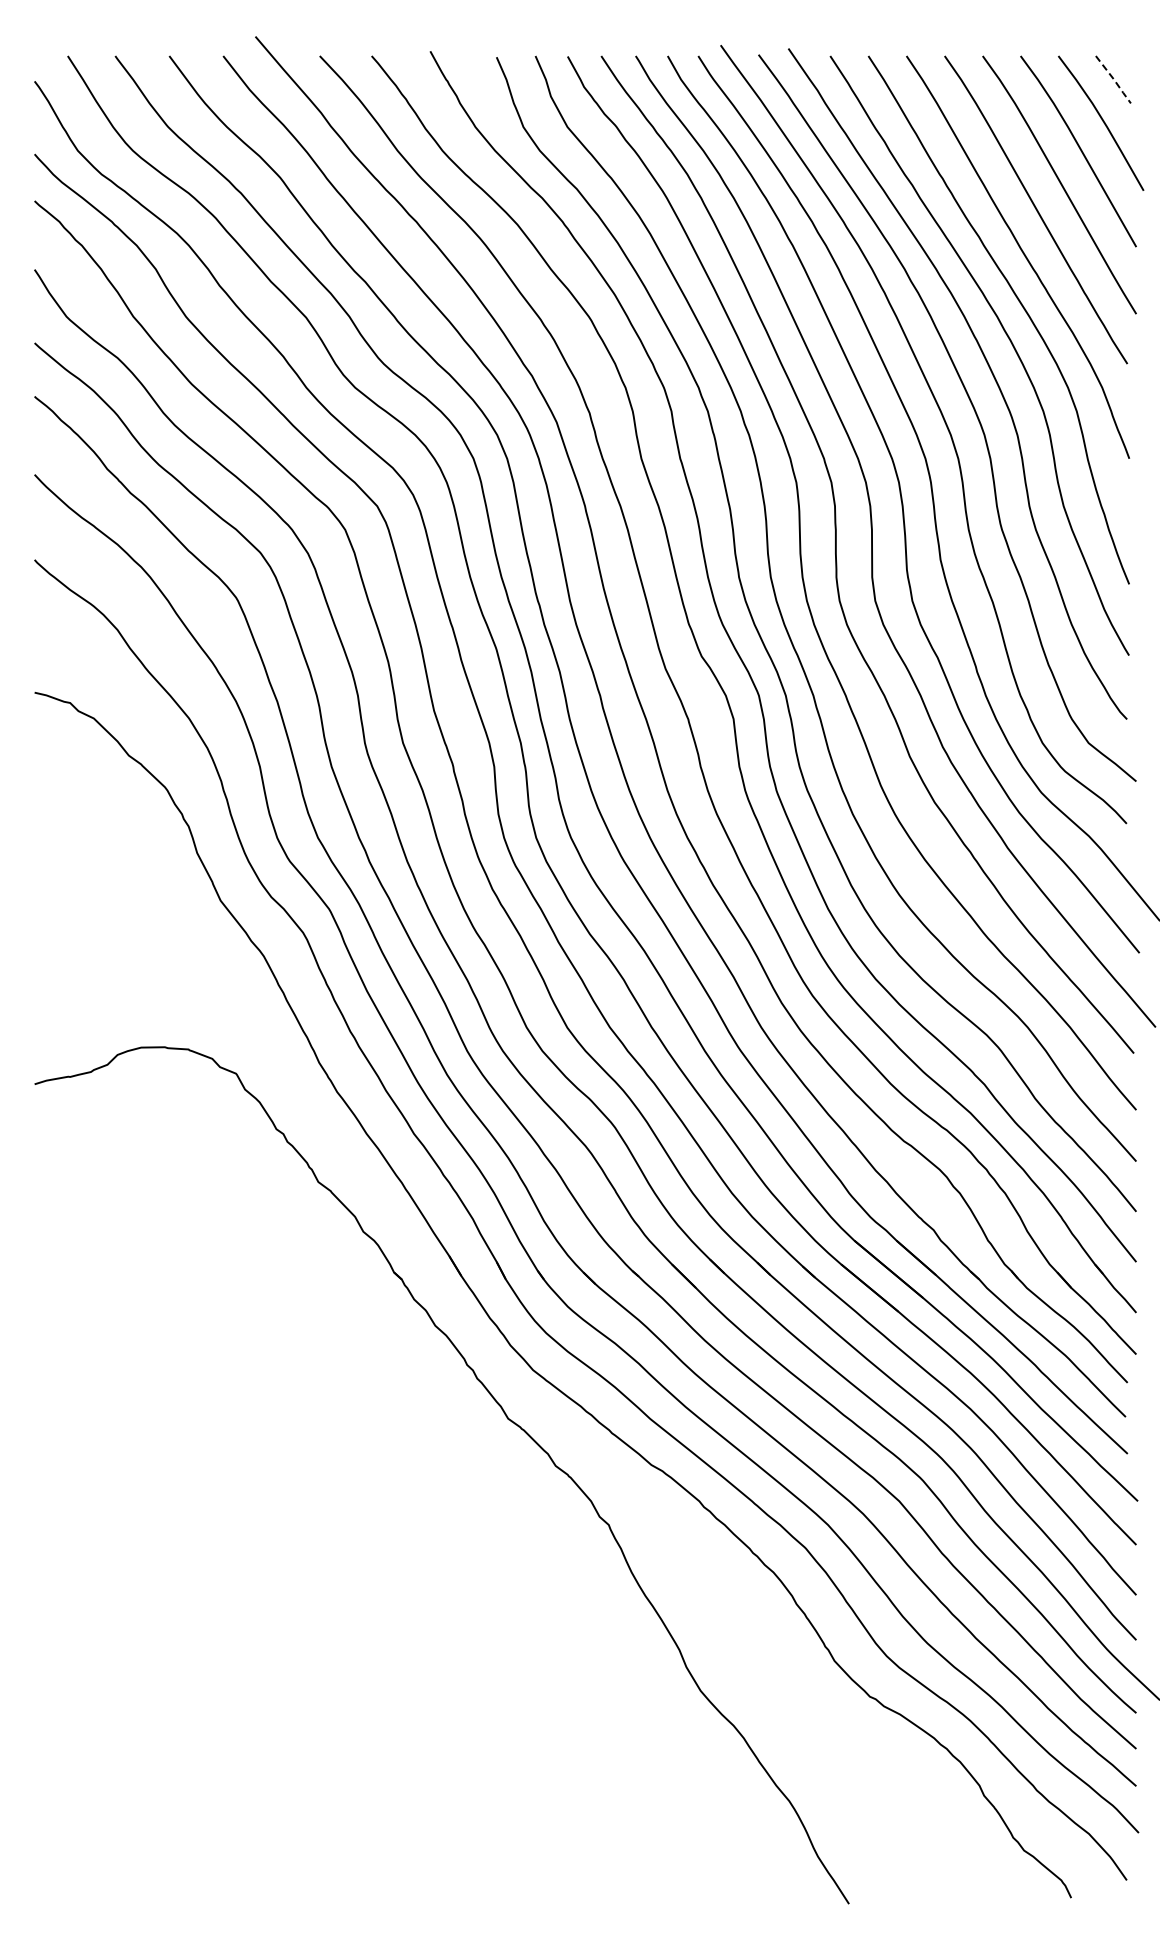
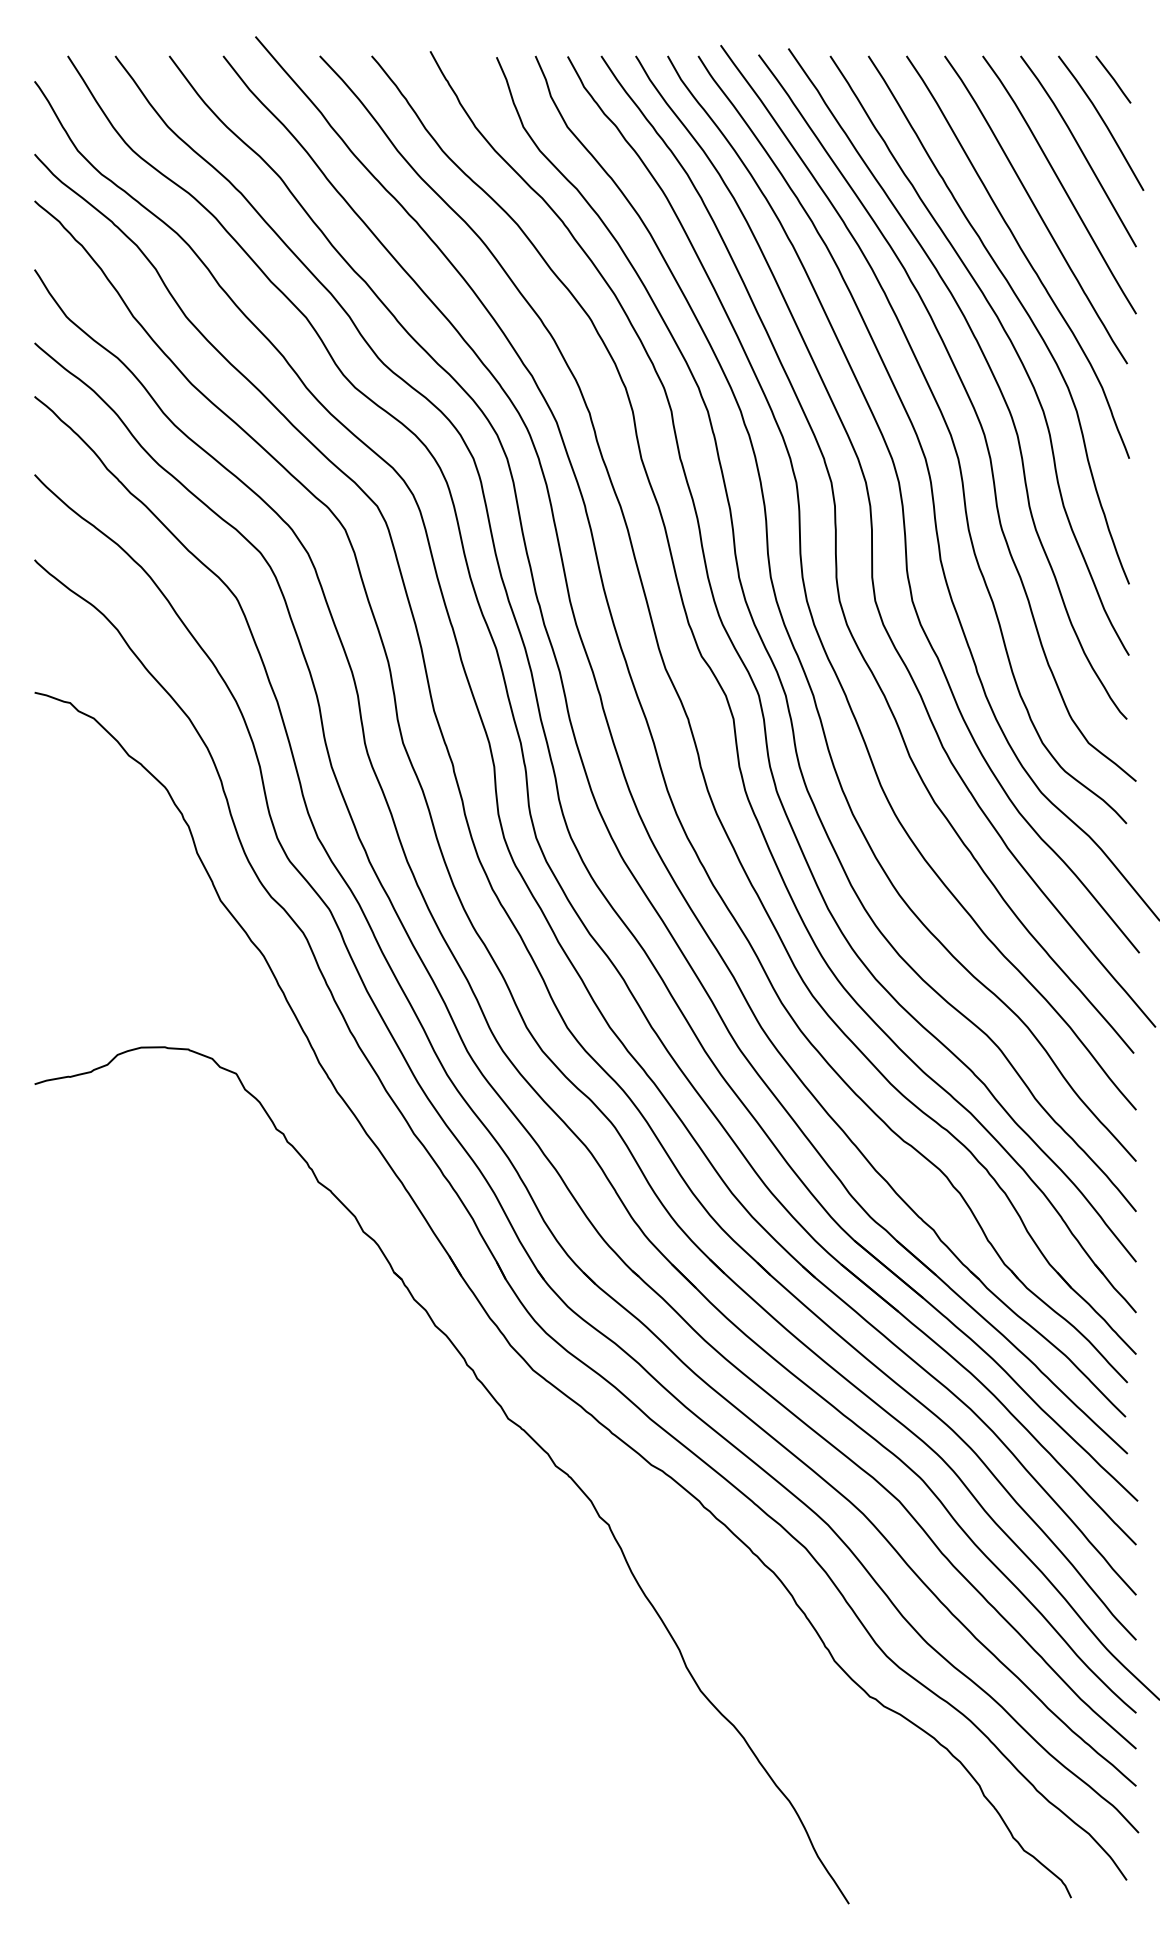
line at (1114, 80): dashed -> solid
